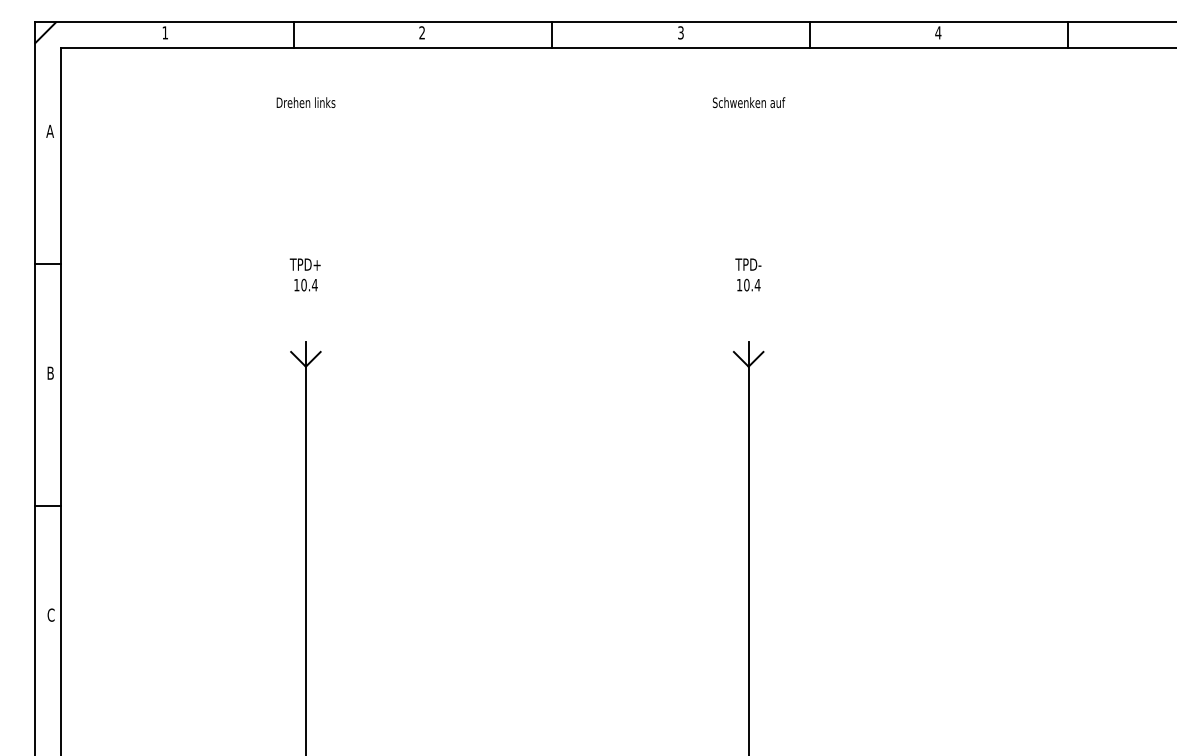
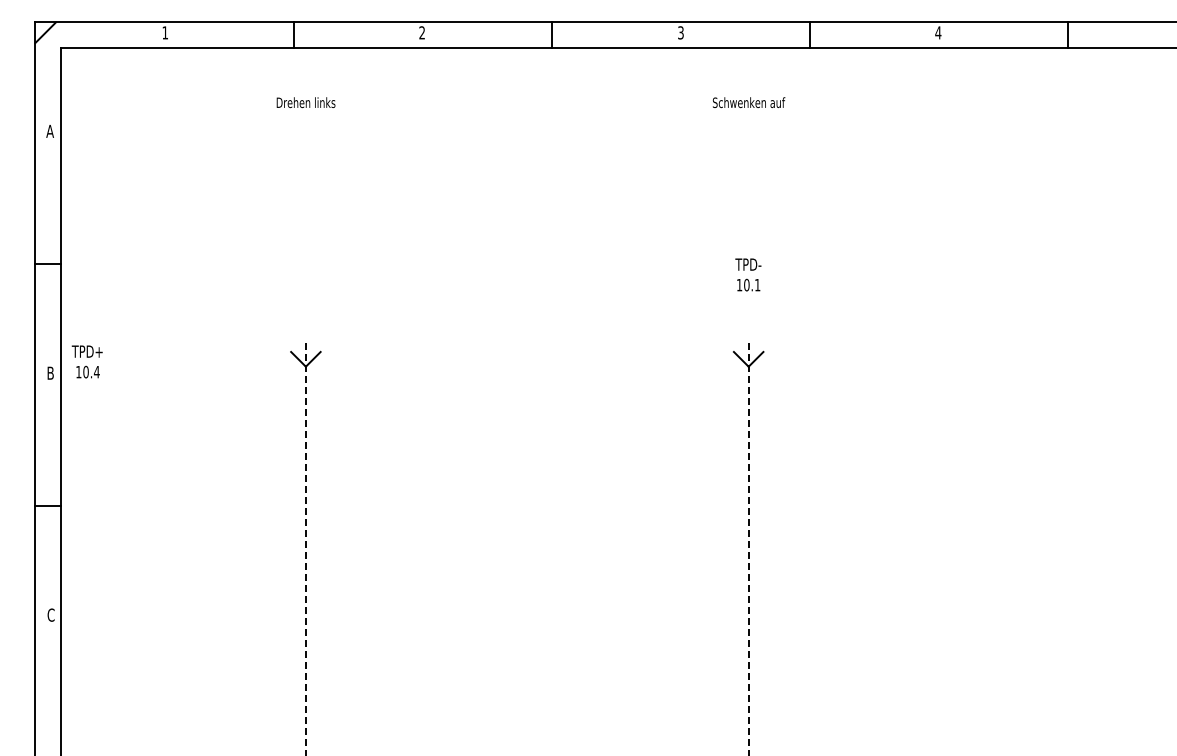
text at (304, 274) position: (304, 274) -> (86, 361)
text at (757, 285): 10.4 -> 10.1
line at (305, 548): solid -> dashed
line at (748, 548): solid -> dashed
